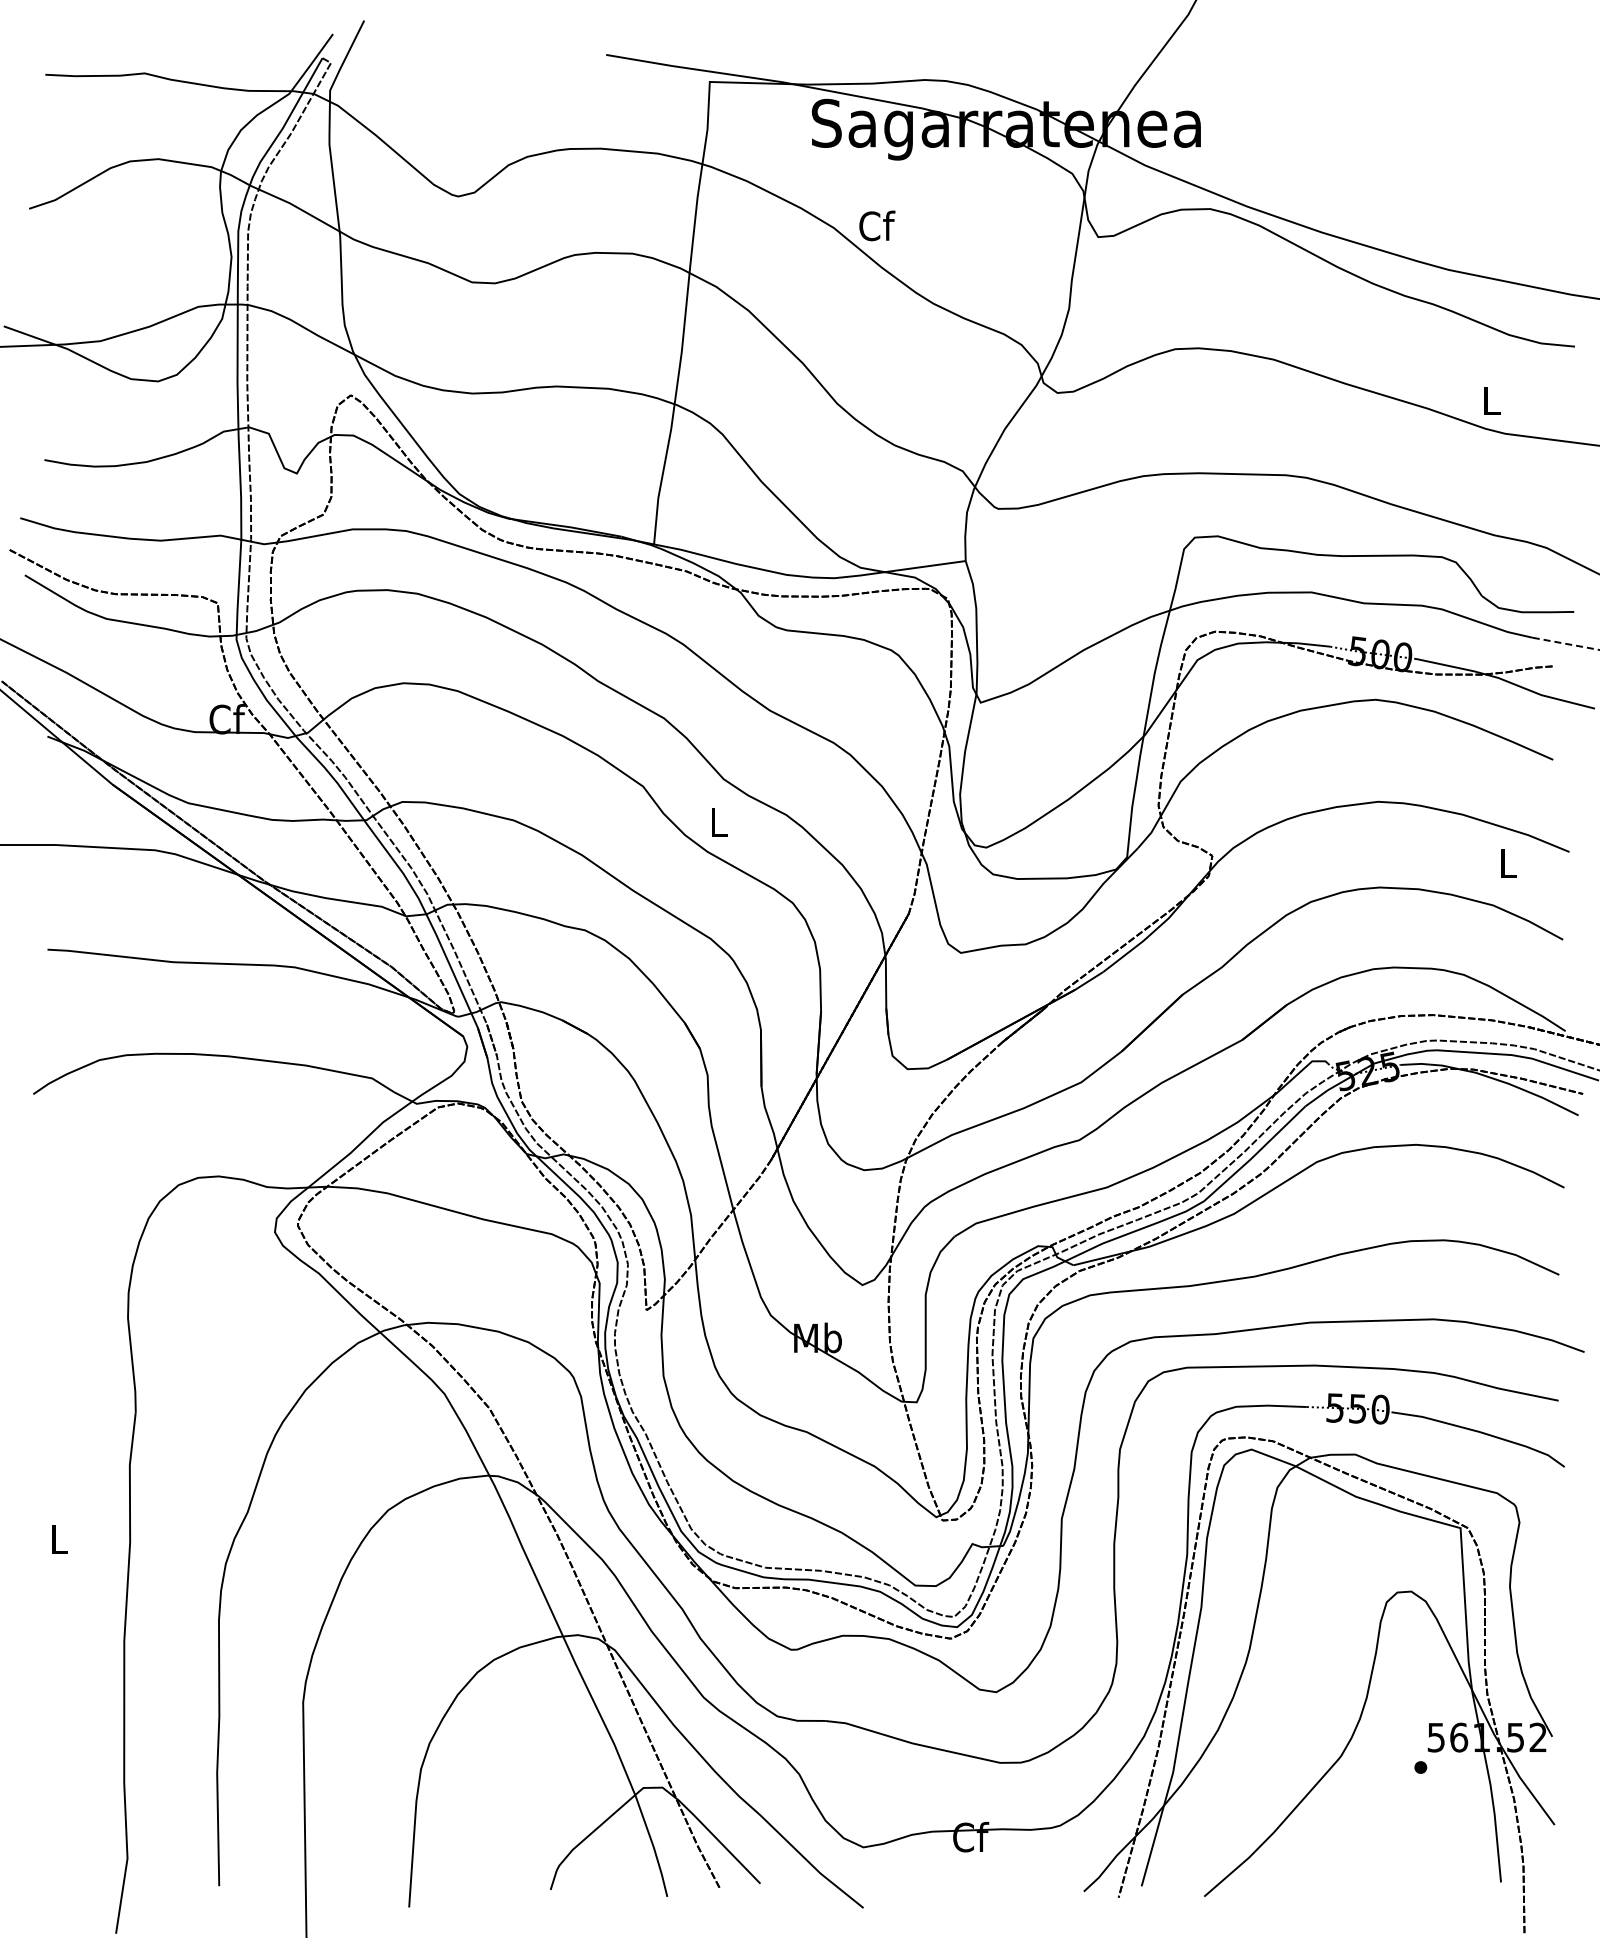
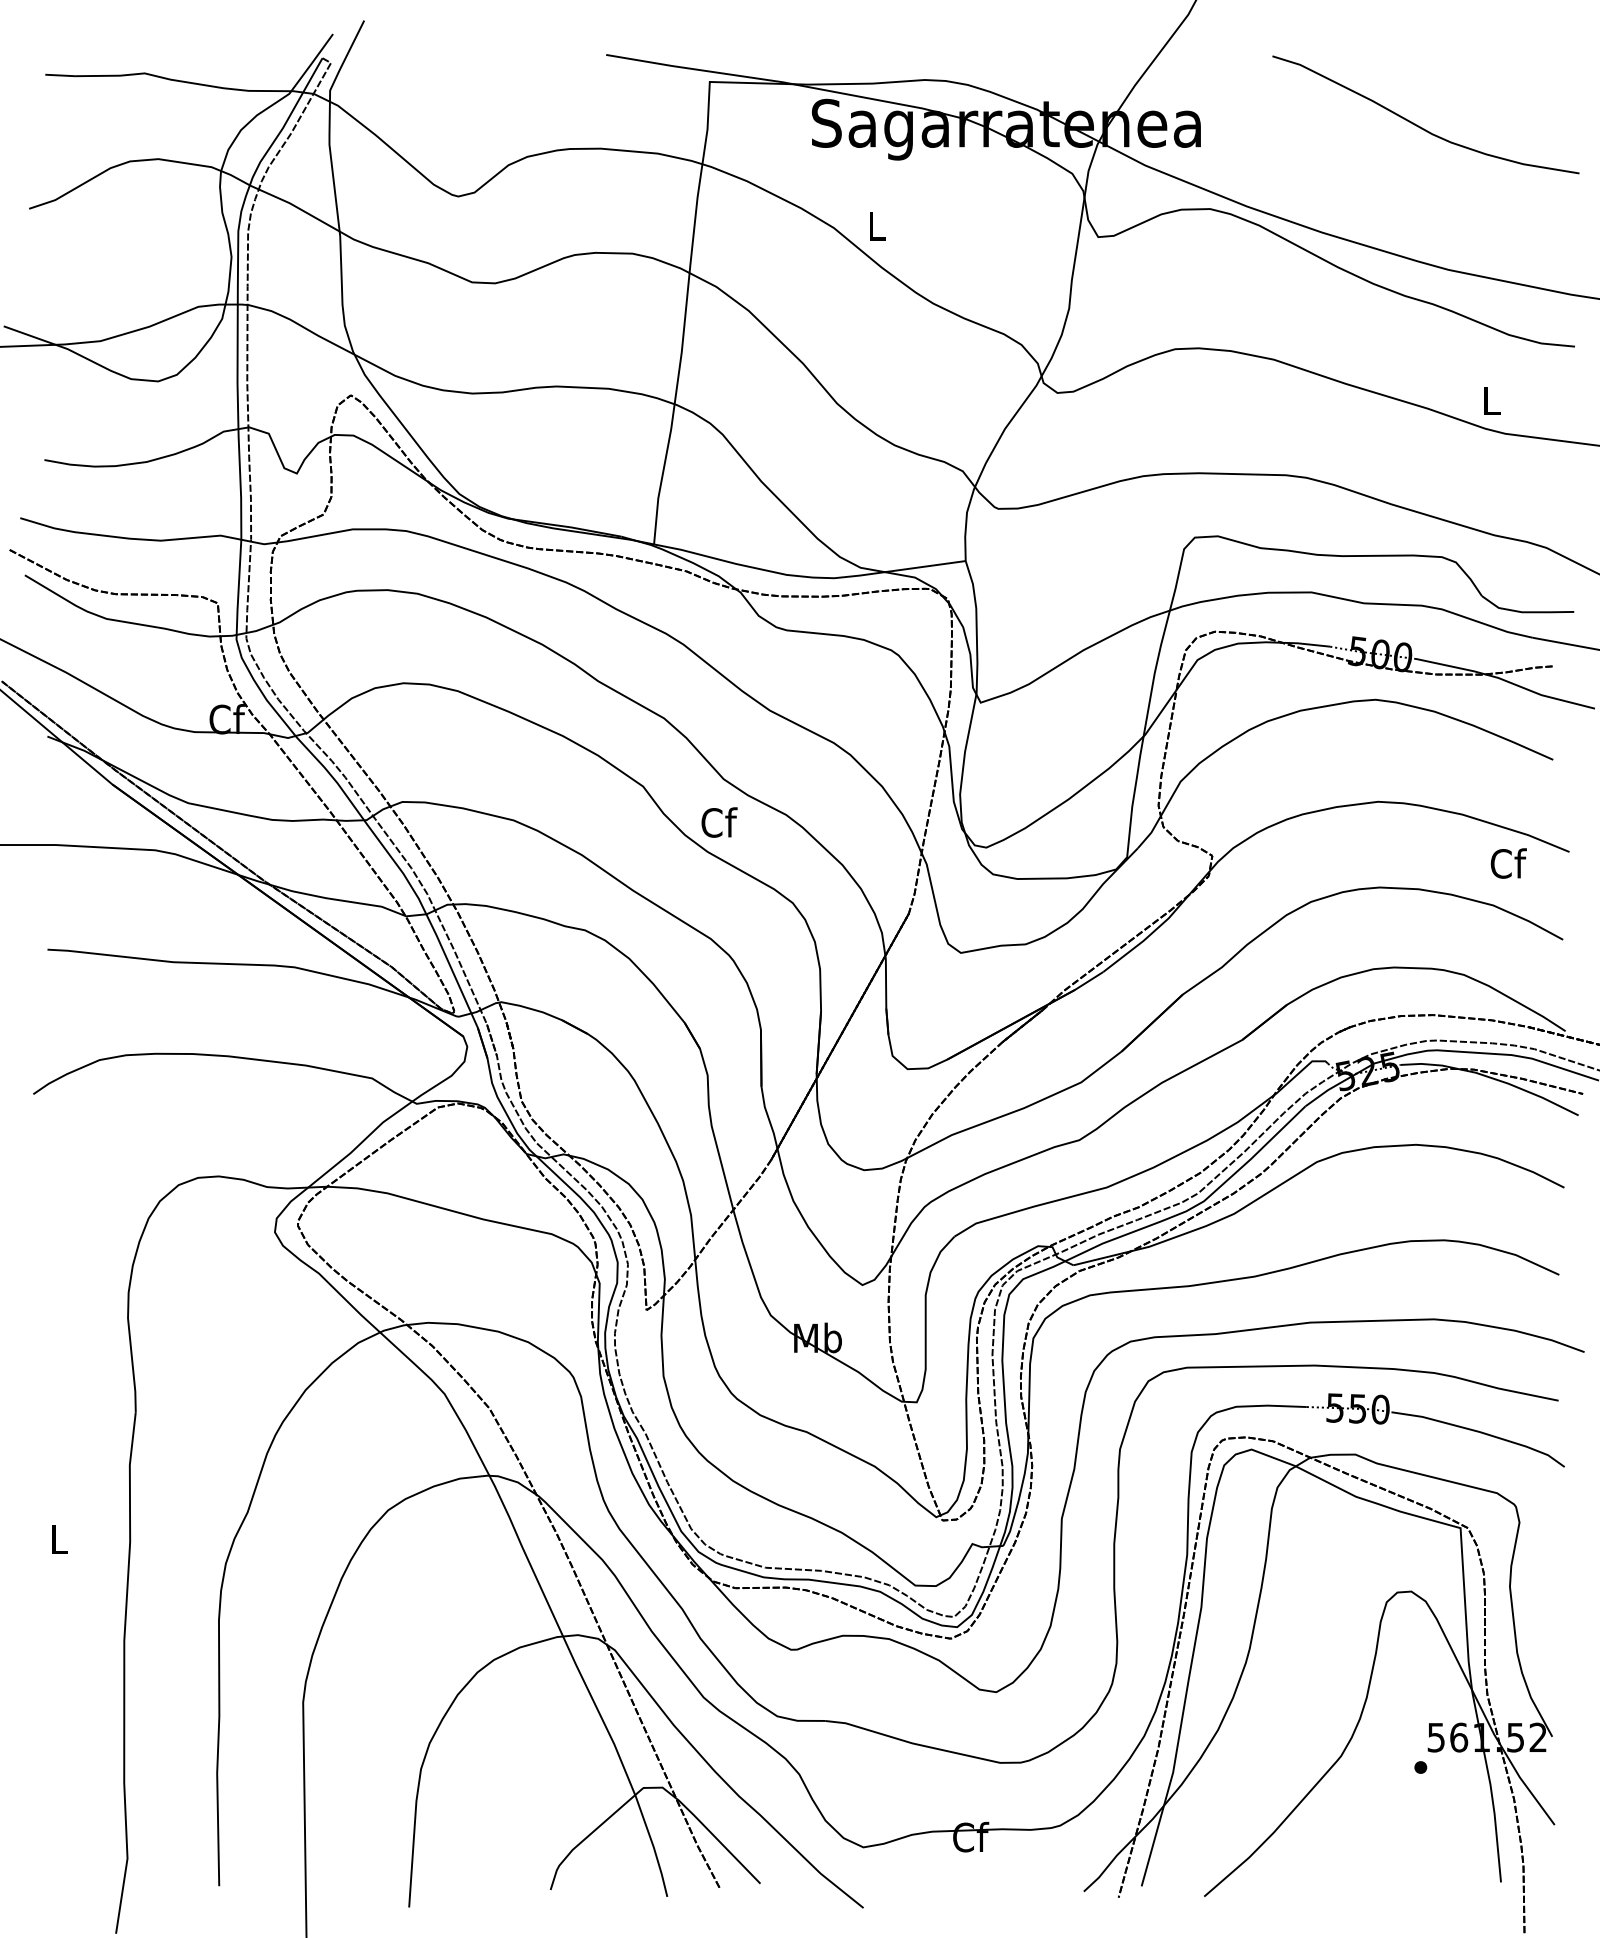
curve at (1417, 124): none -> present
text at (877, 225): Cf -> L
line at (1566, 643): dashed -> solid
text at (719, 822): L -> Cf
text at (1508, 863): L -> Cf
